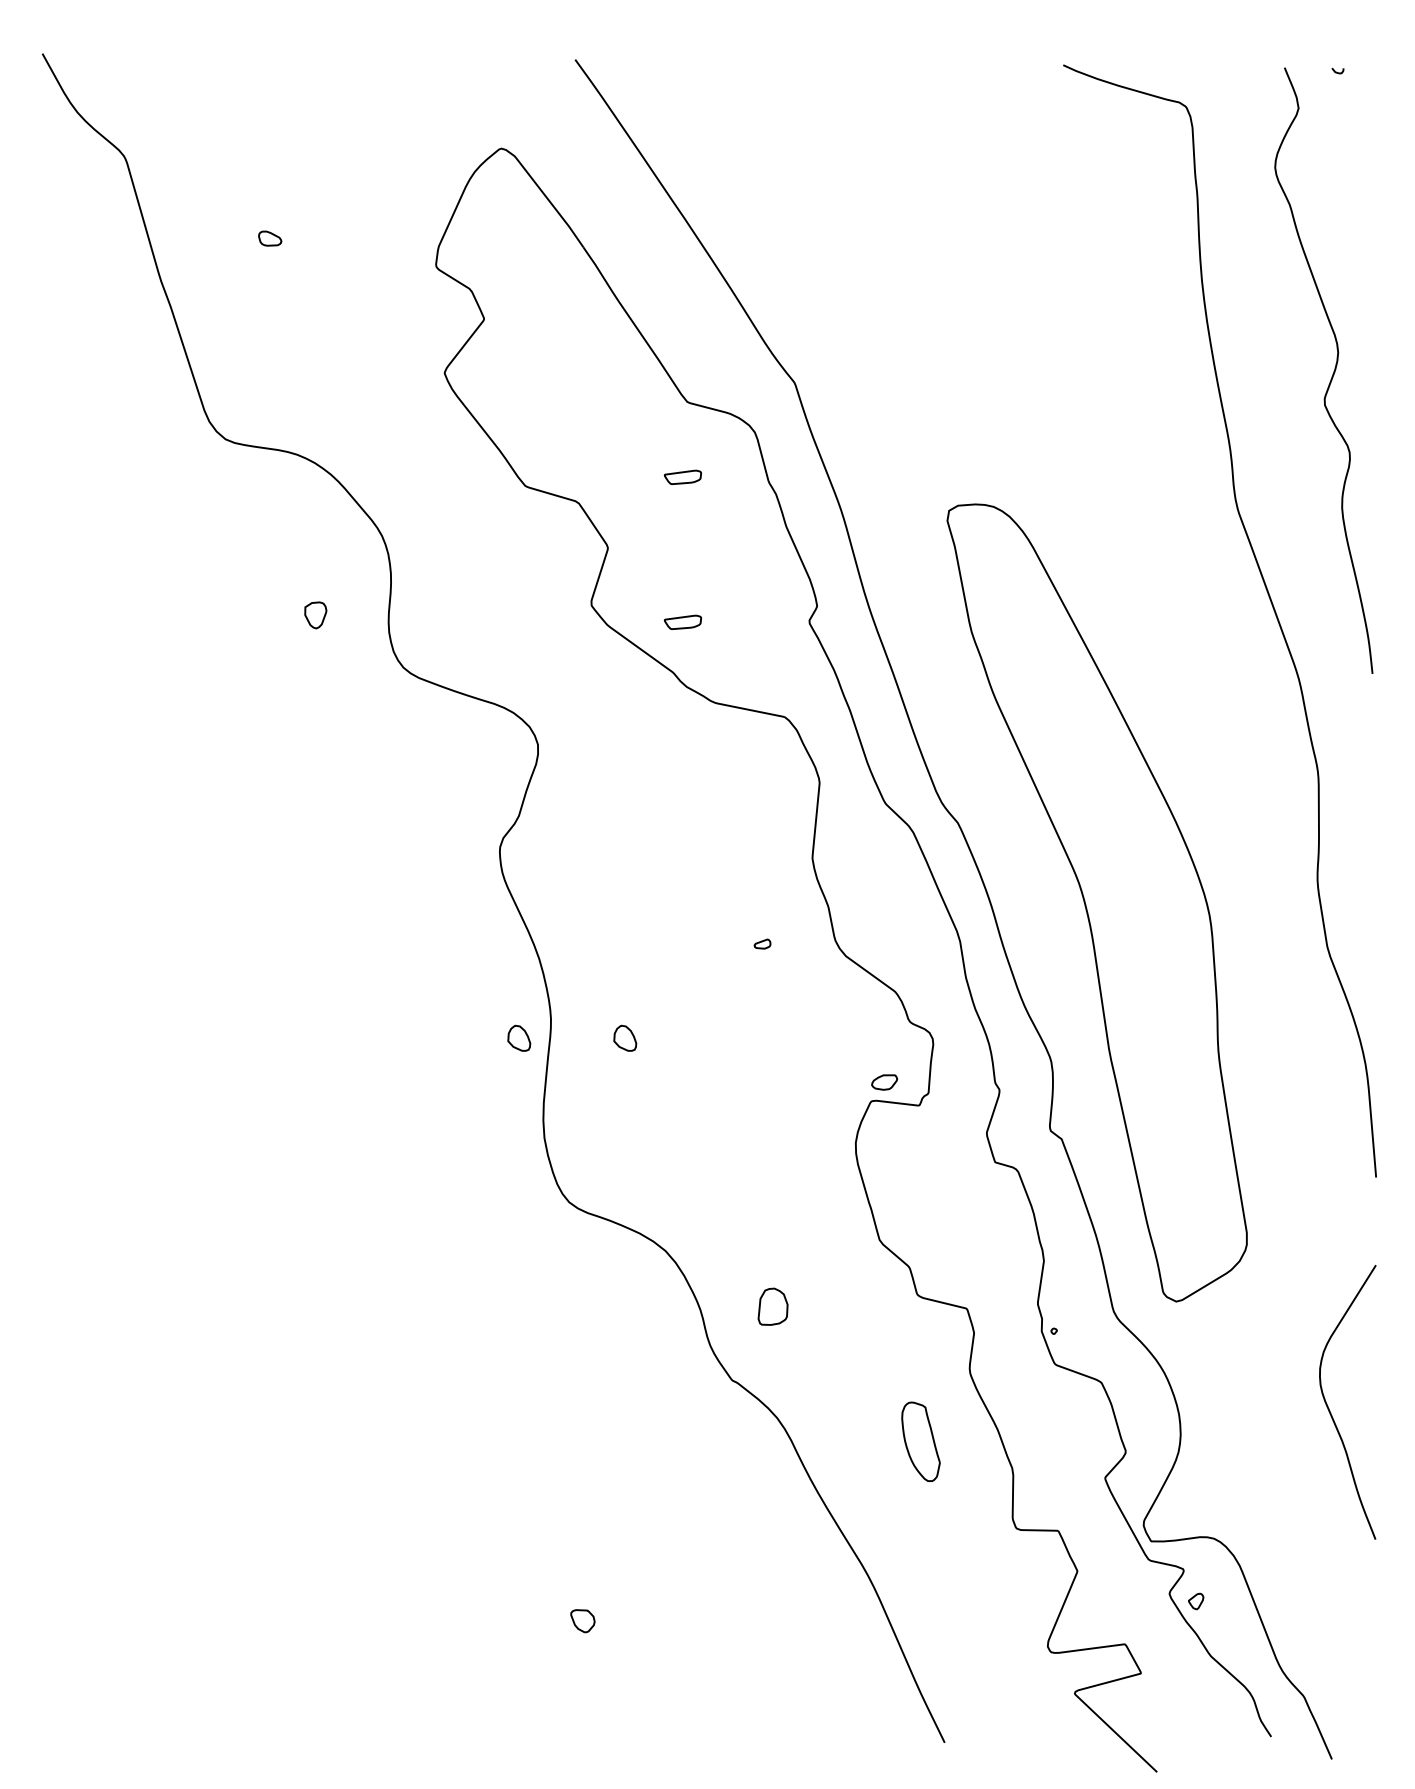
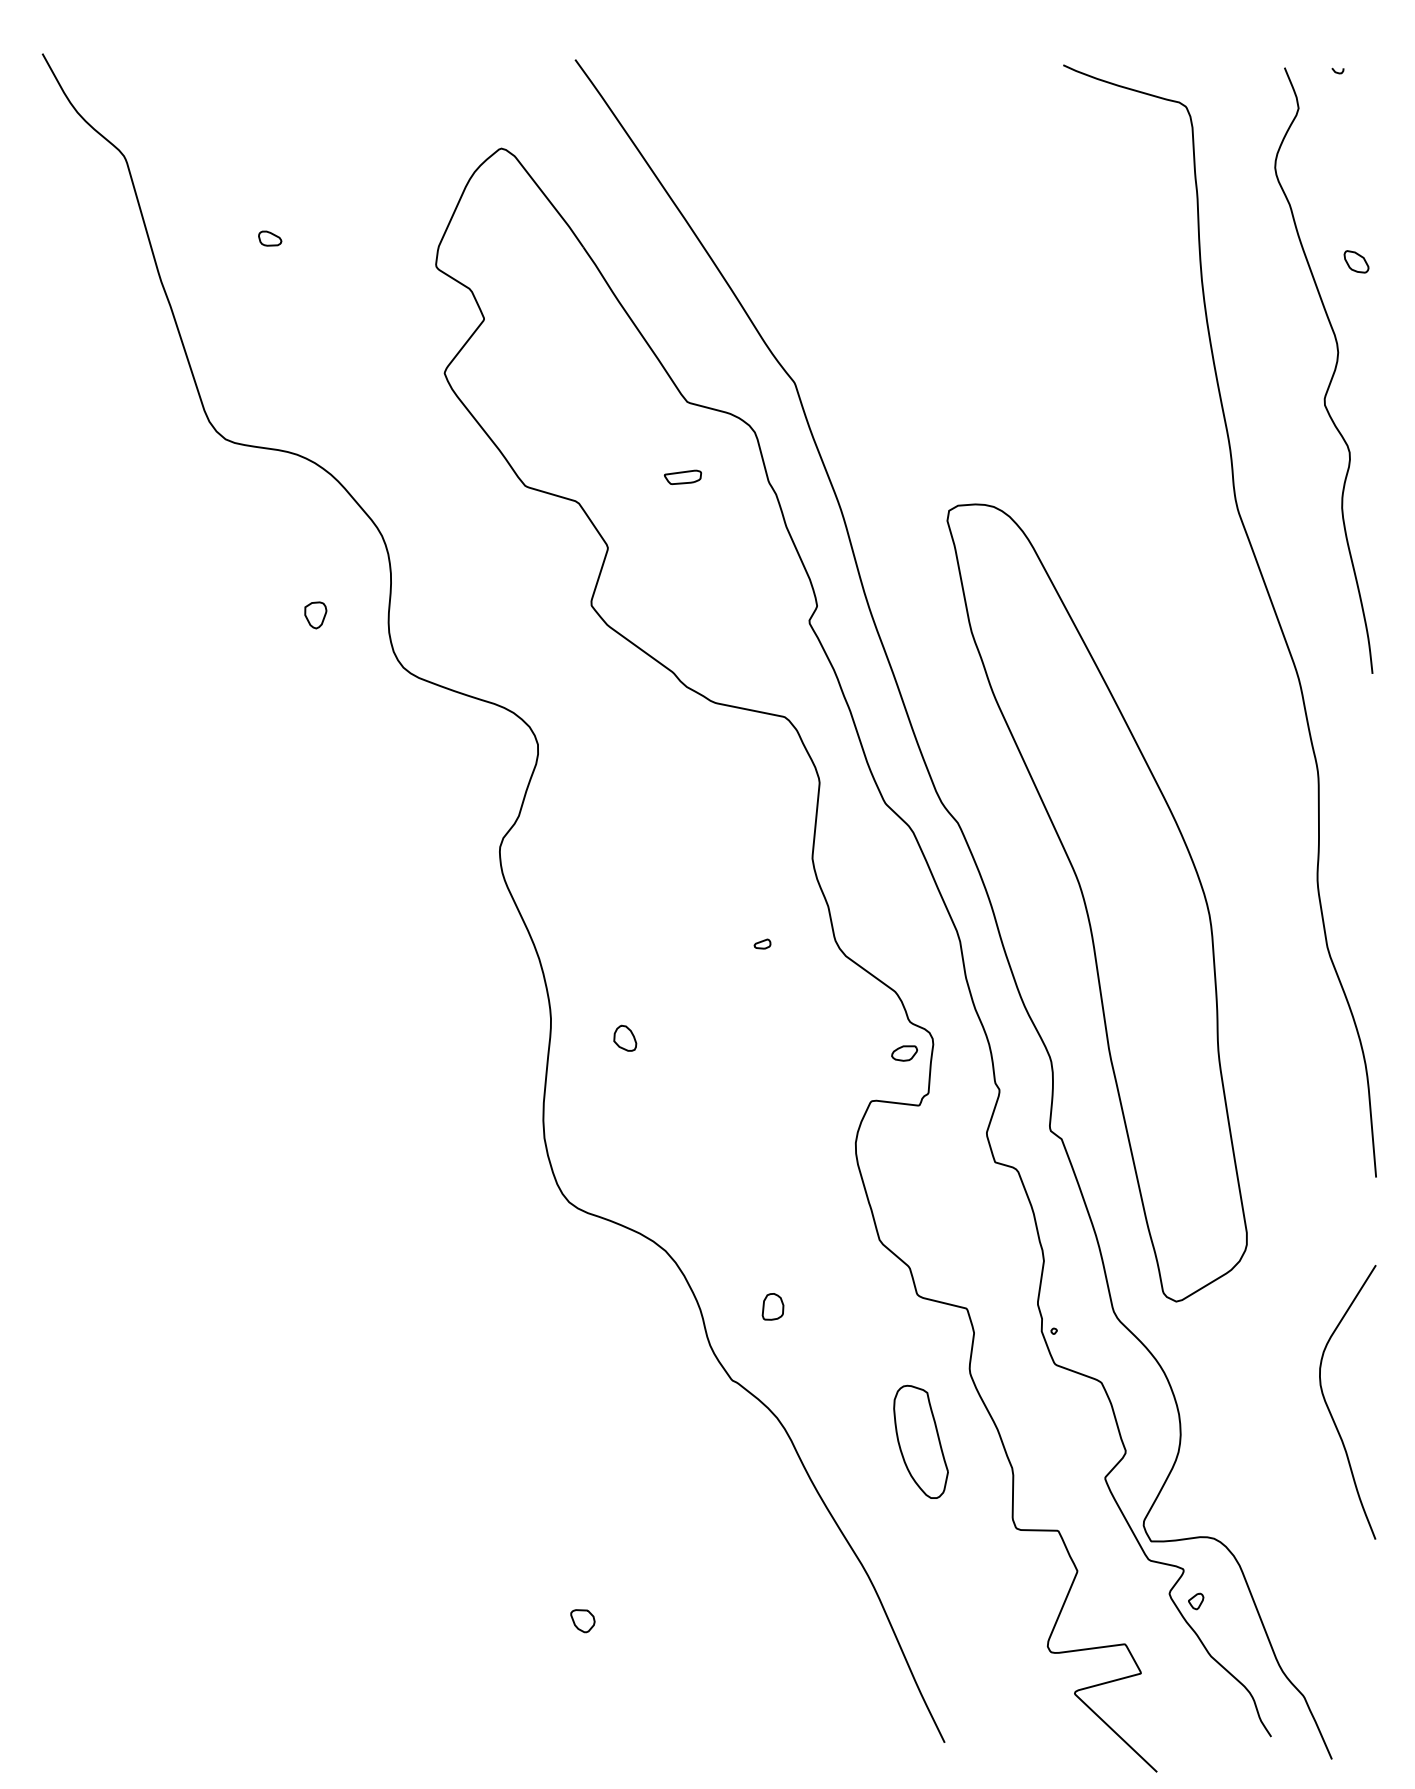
part at (1356, 261): none -> present
part at (682, 621): present -> none
part at (519, 1037): present -> none
part at (884, 1082) position: (884, 1082) -> (904, 1053)
part at (772, 1306) size: 32x39 px -> 24x28 px
part at (920, 1441) size: 40x81 px -> 56x115 px
